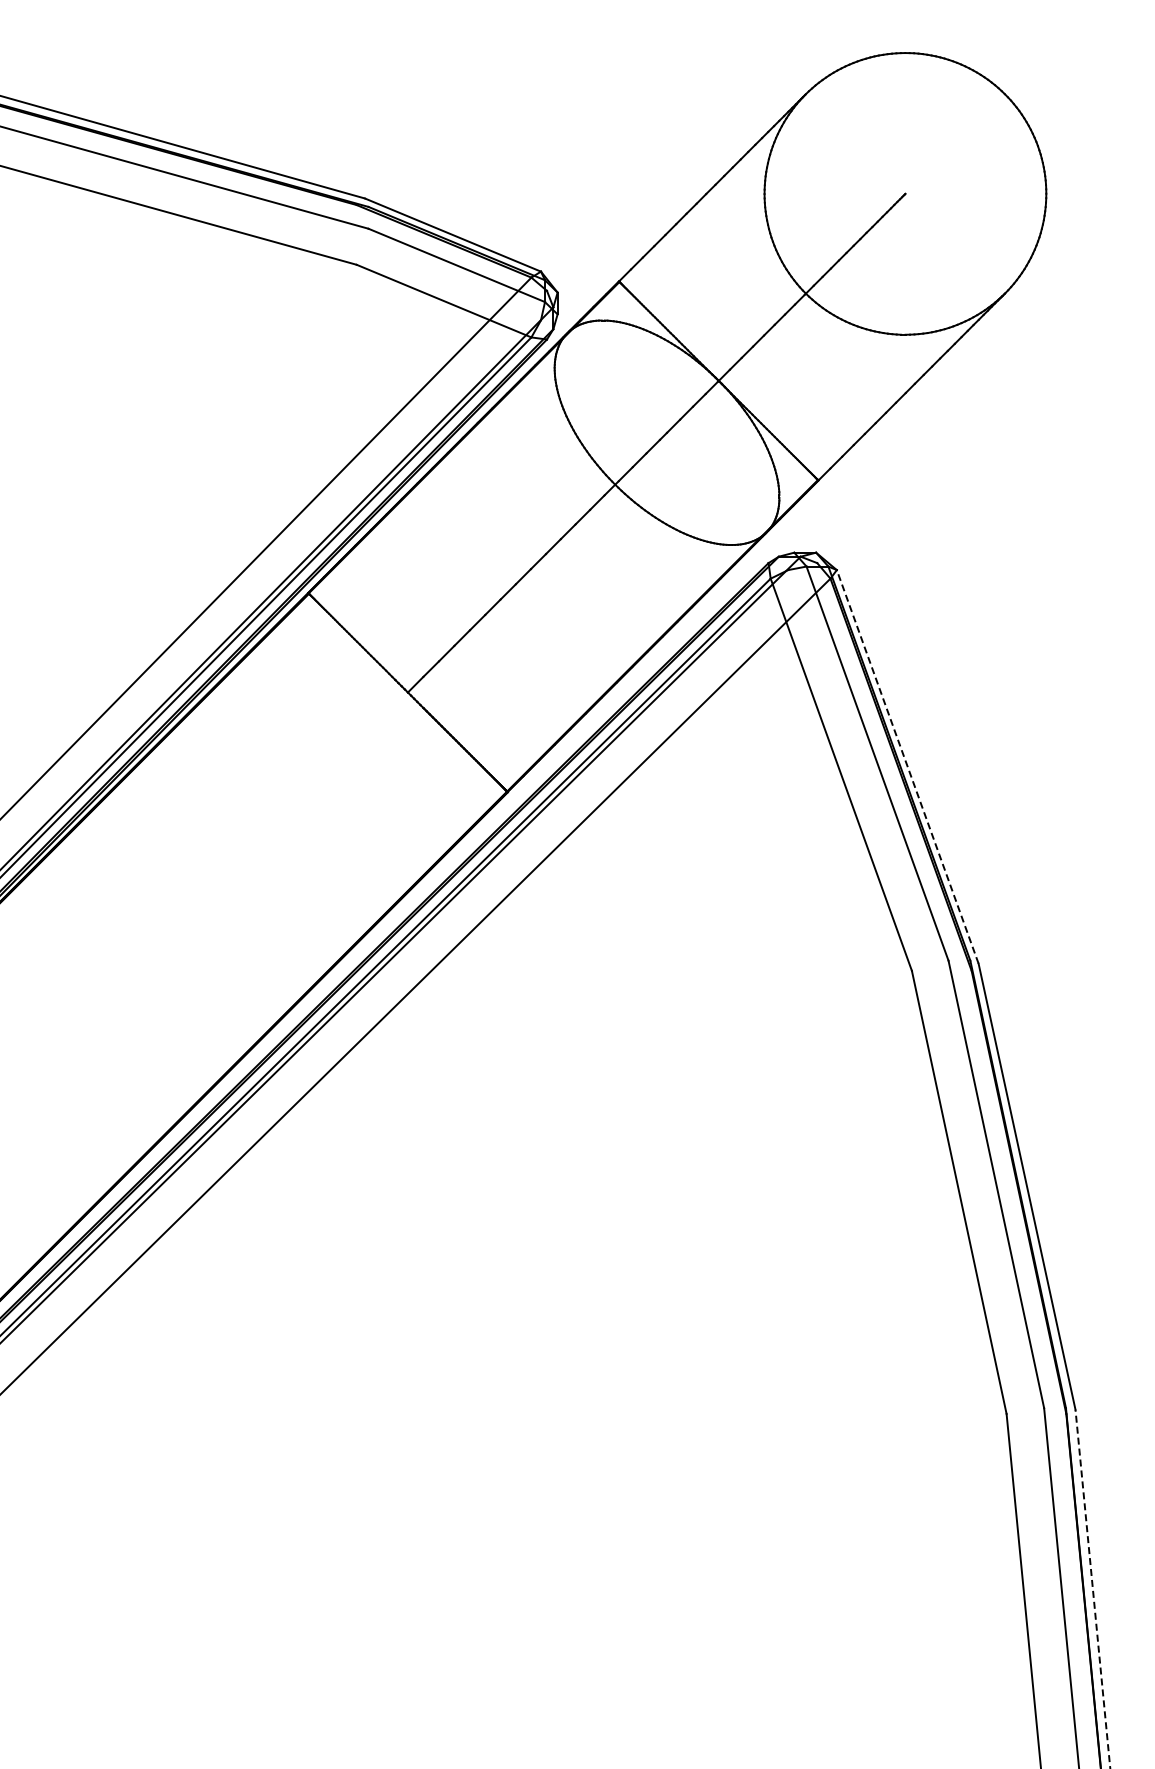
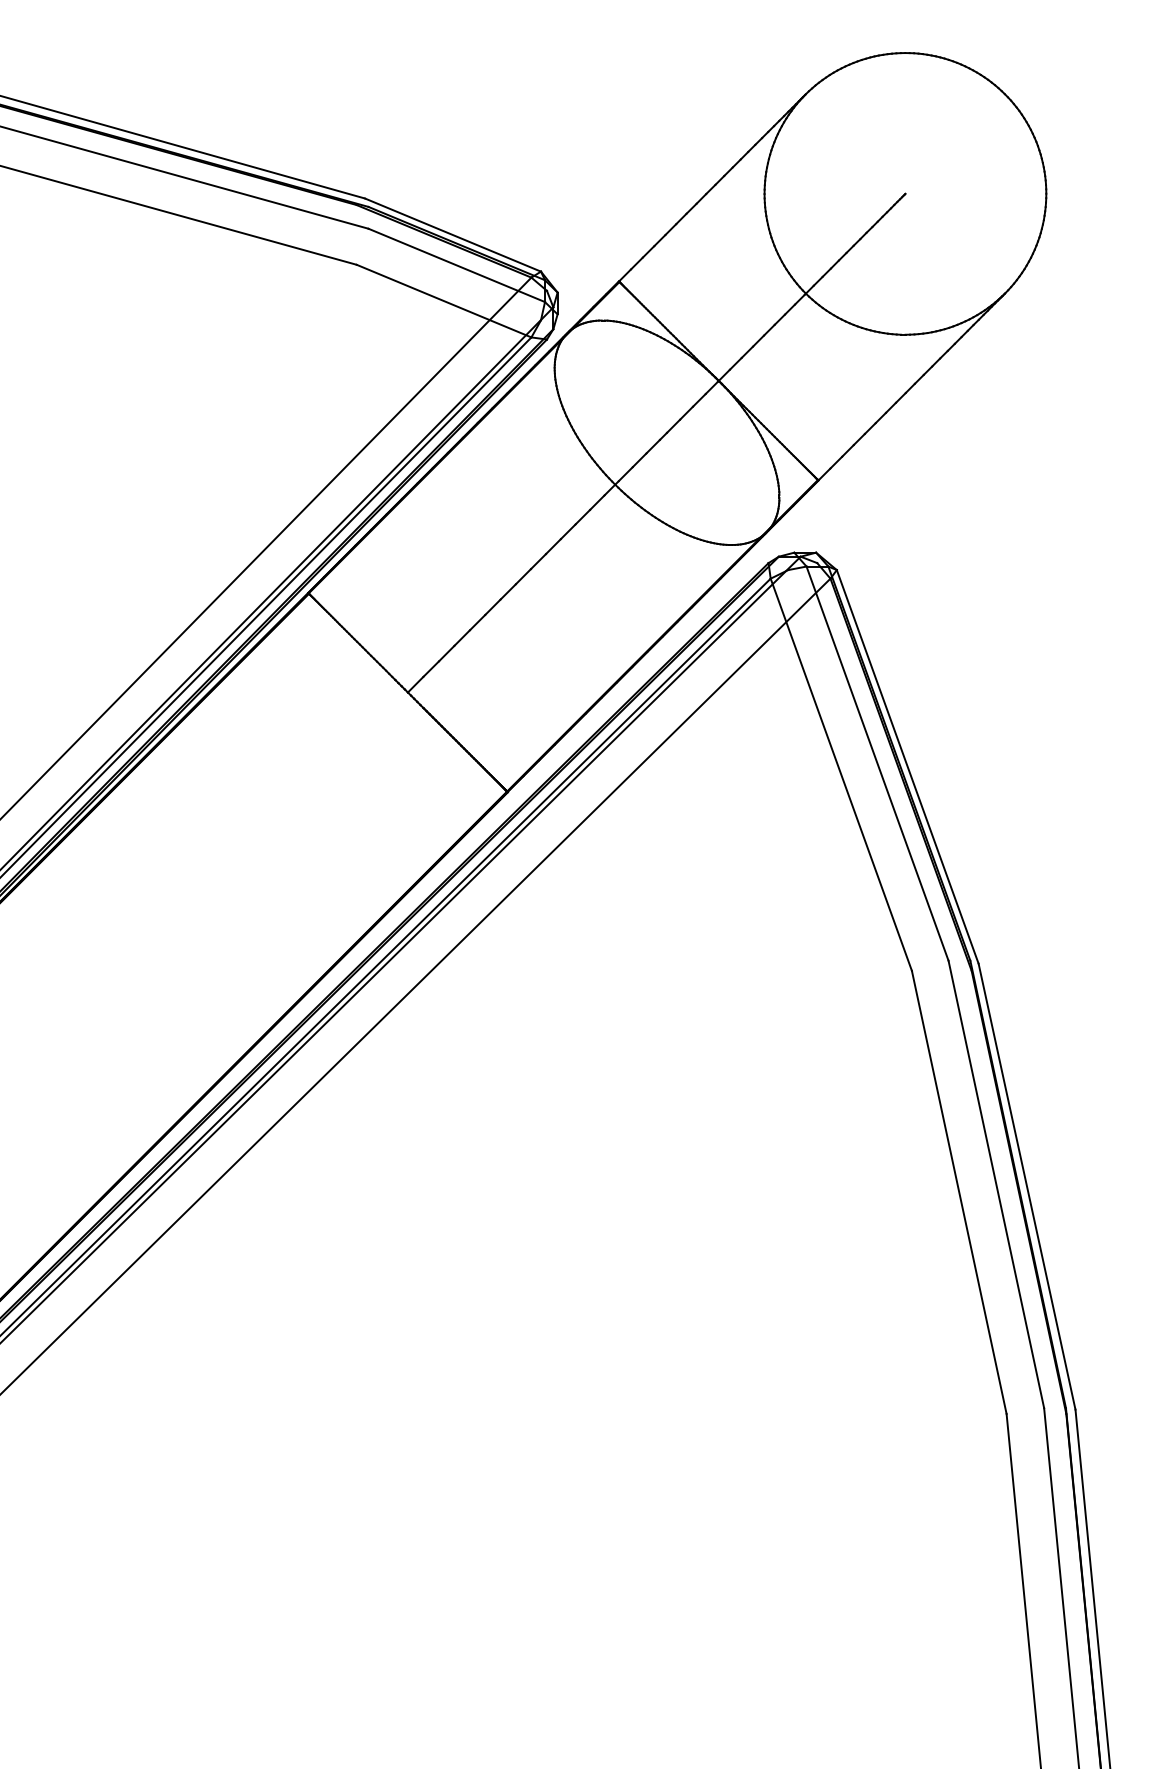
line at (907, 766): dashed -> solid
line at (1092, 1588): dashed -> solid
